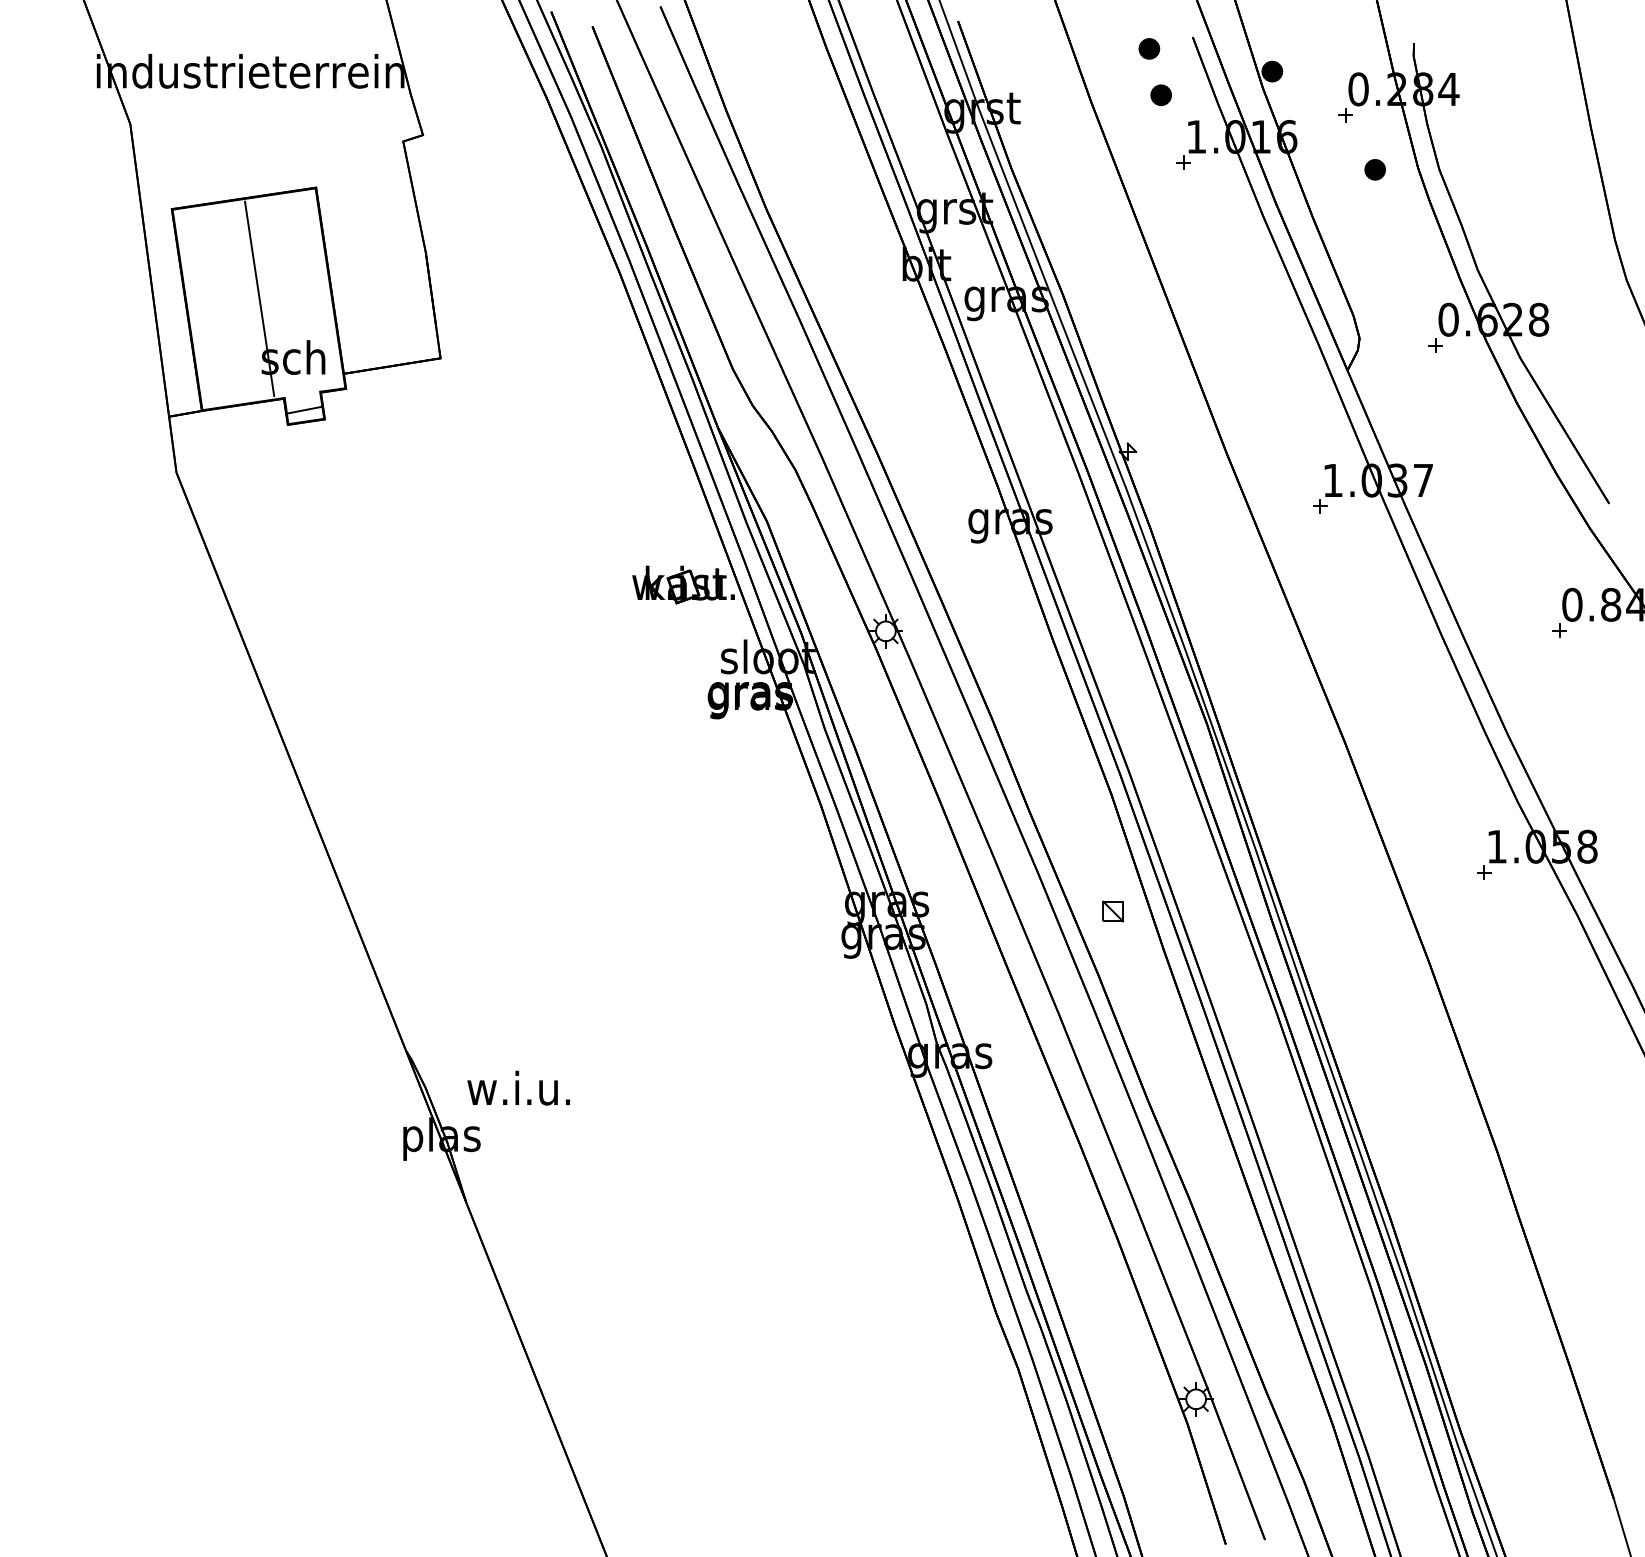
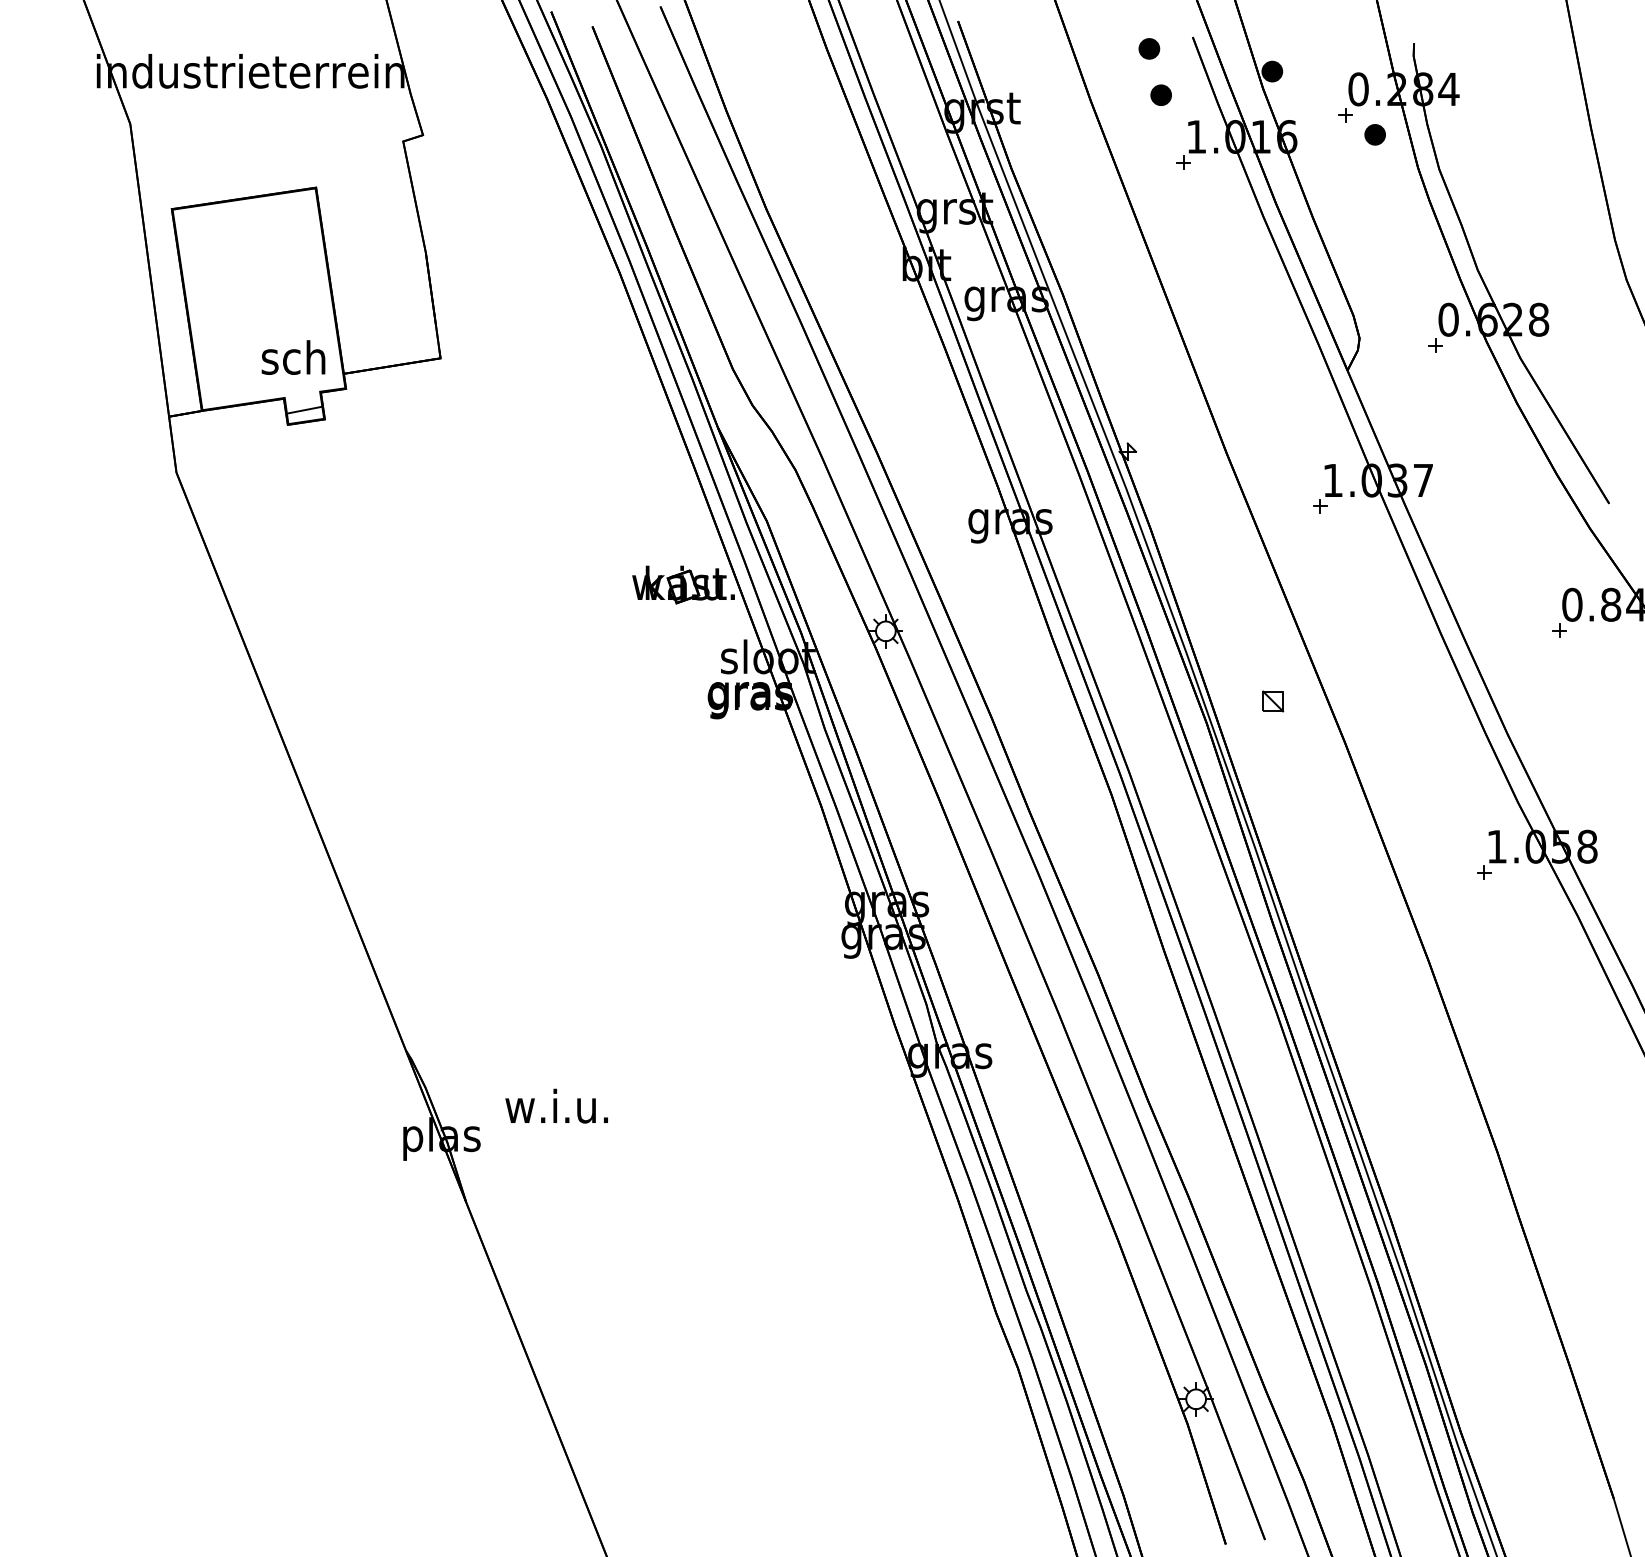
part at (1374, 169) position: (1374, 169) -> (1374, 134)
line at (259, 298): present -> none
part at (1113, 911) position: (1113, 911) -> (1273, 701)
text at (518, 1087) position: (518, 1087) -> (556, 1105)
